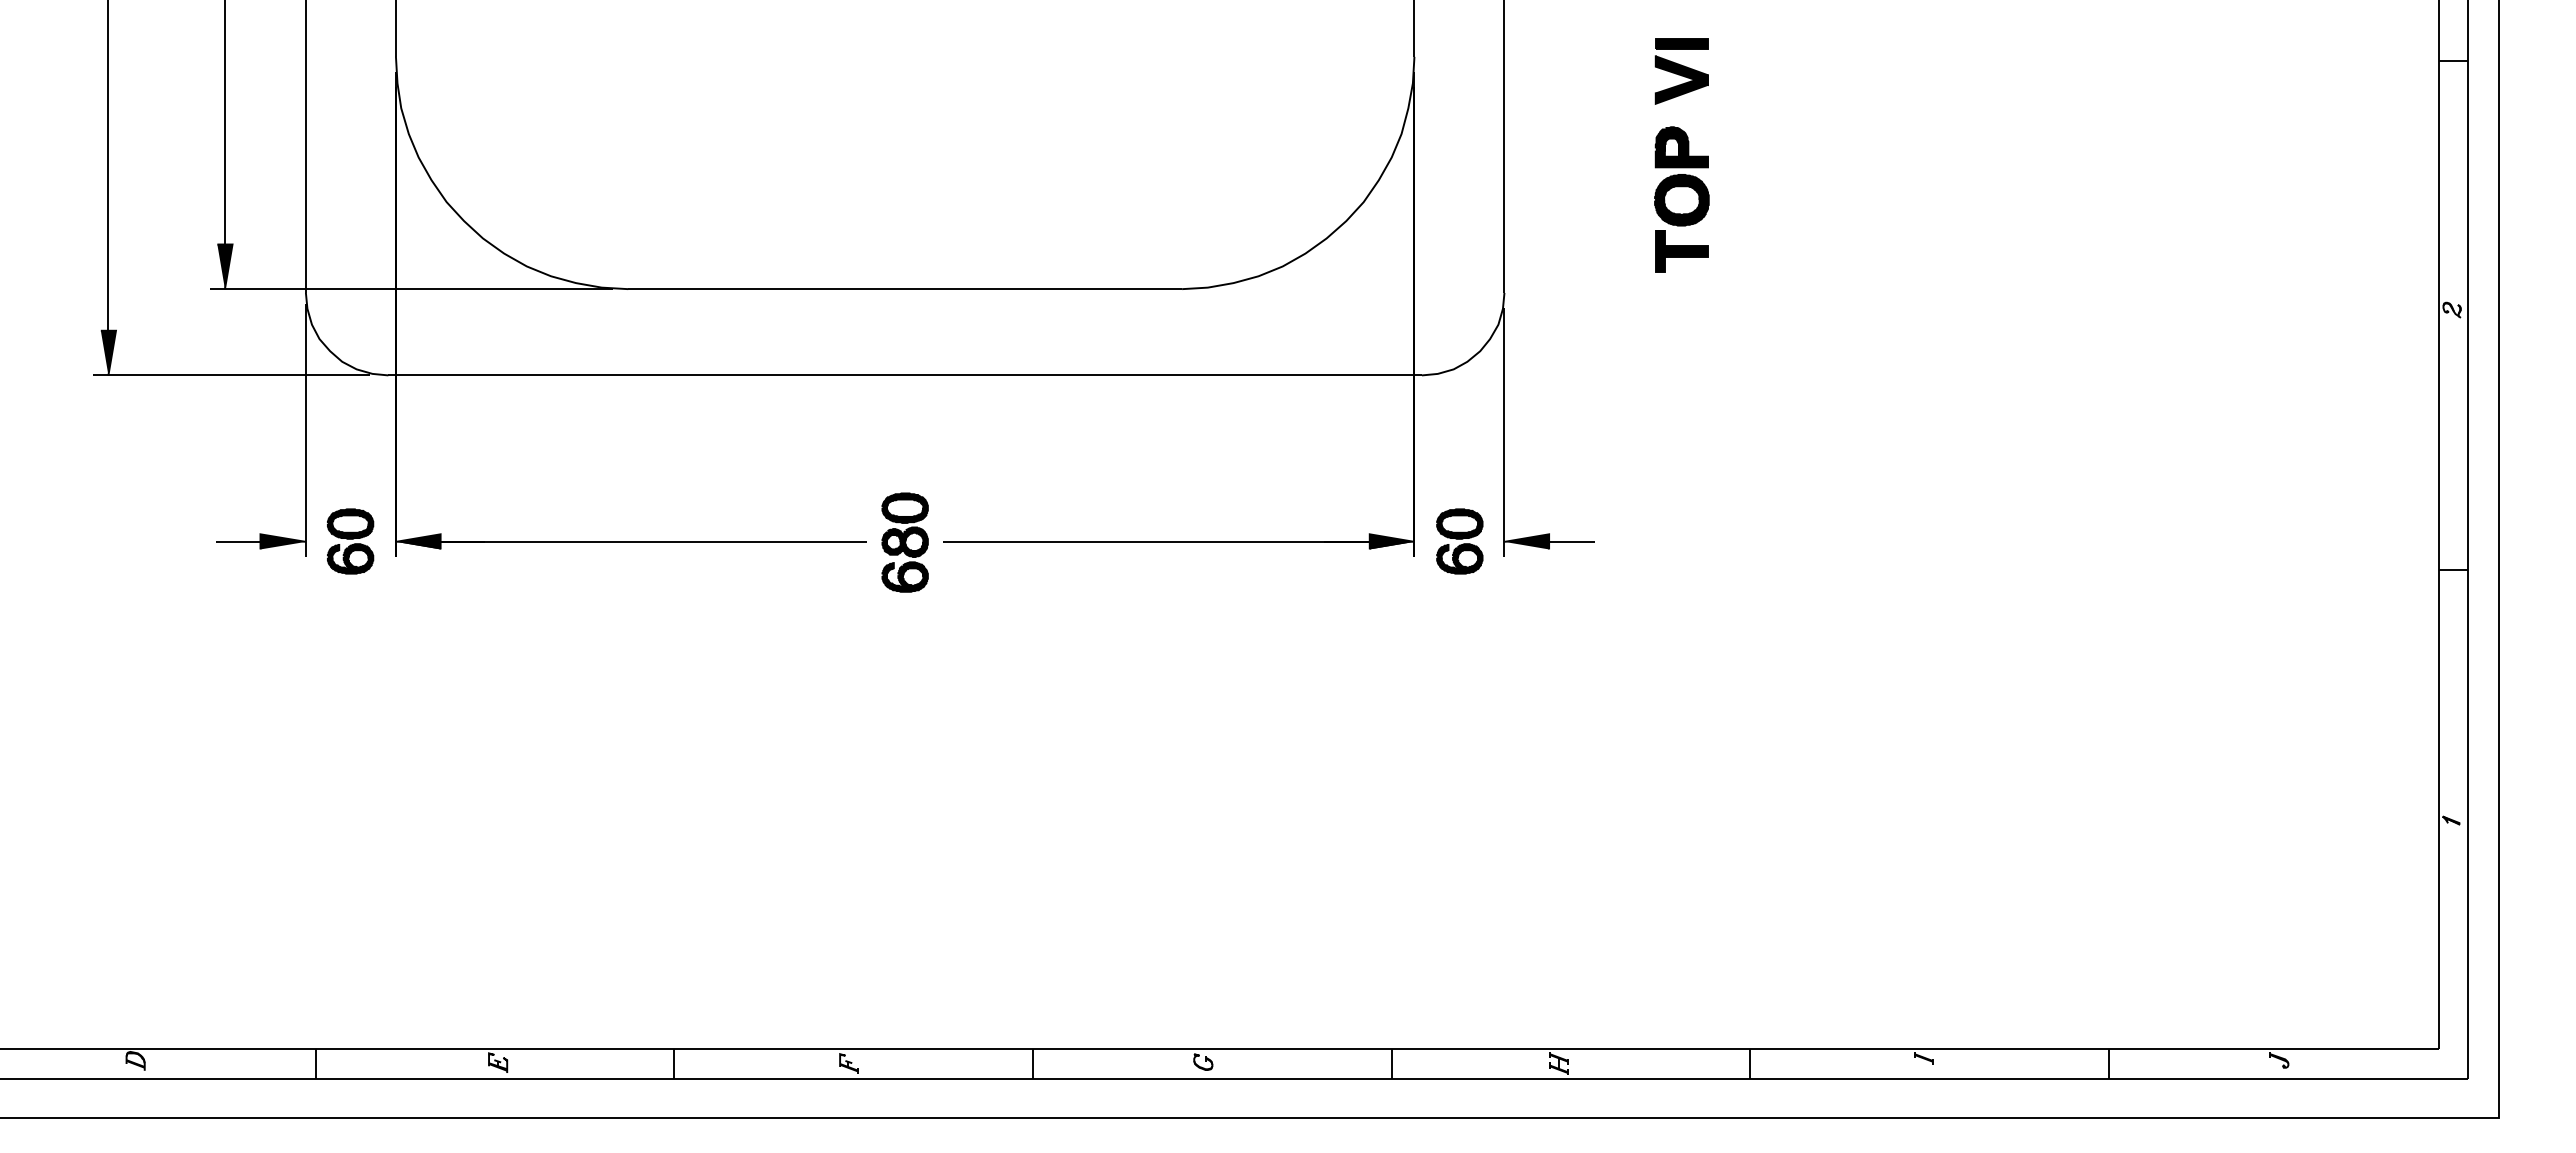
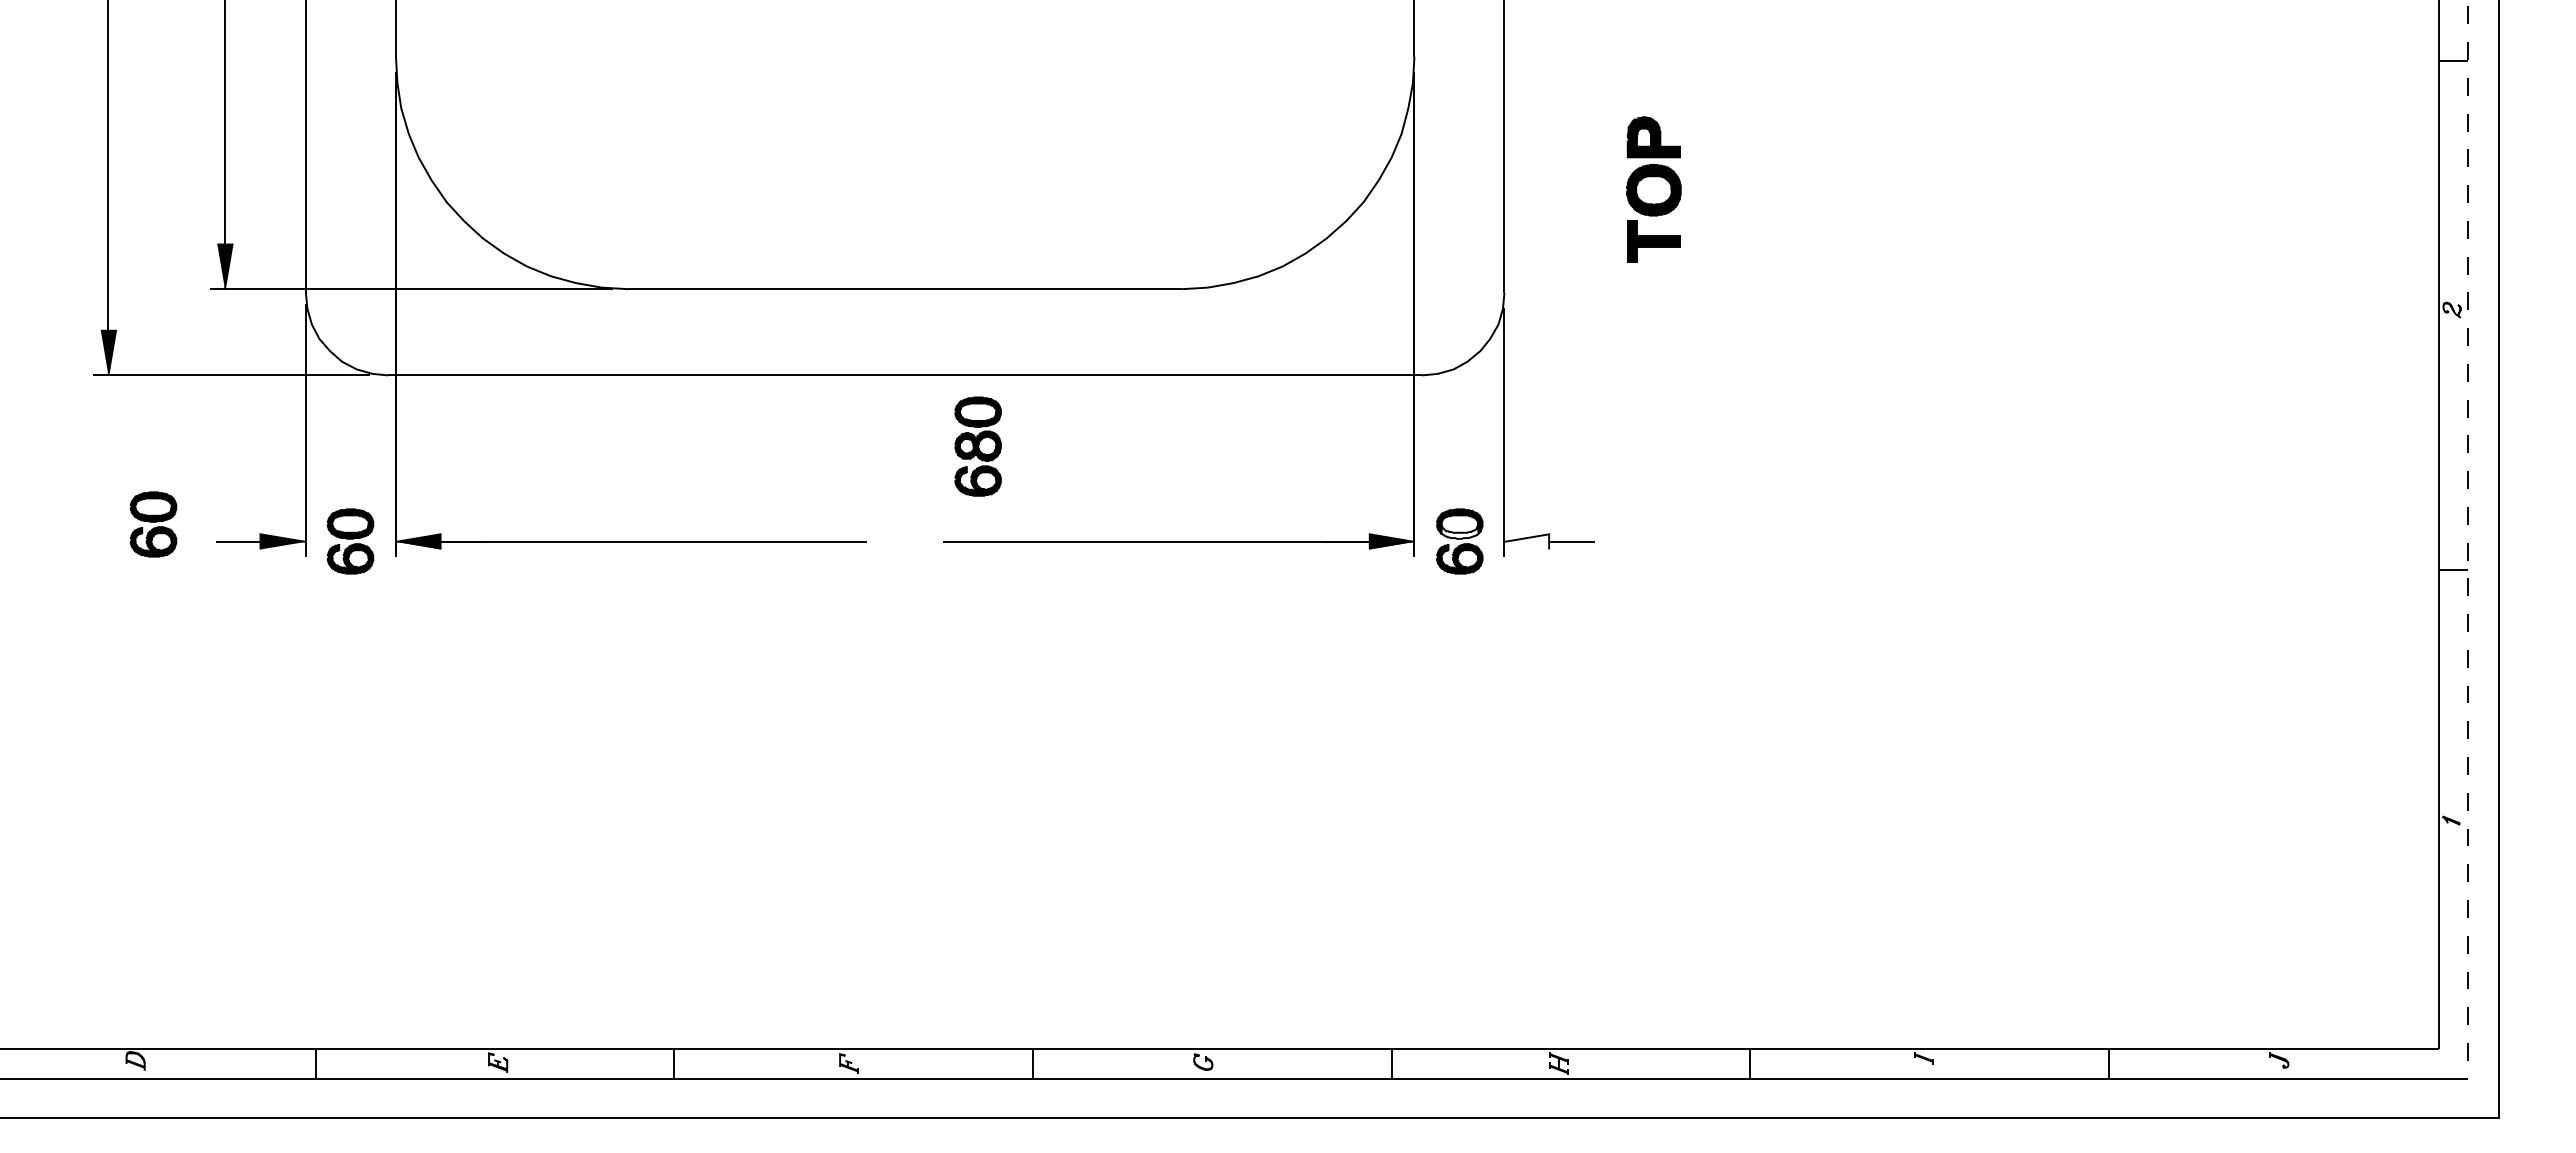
part at (1681, 71): present -> none
part at (1681, 199) position: (1681, 199) -> (1653, 189)
part at (153, 524): none -> present
fill at (1459, 530): present -> none
line at (2467, 540): solid -> dashed
fill at (1526, 541): present -> none
part at (904, 542) position: (904, 542) -> (977, 446)
